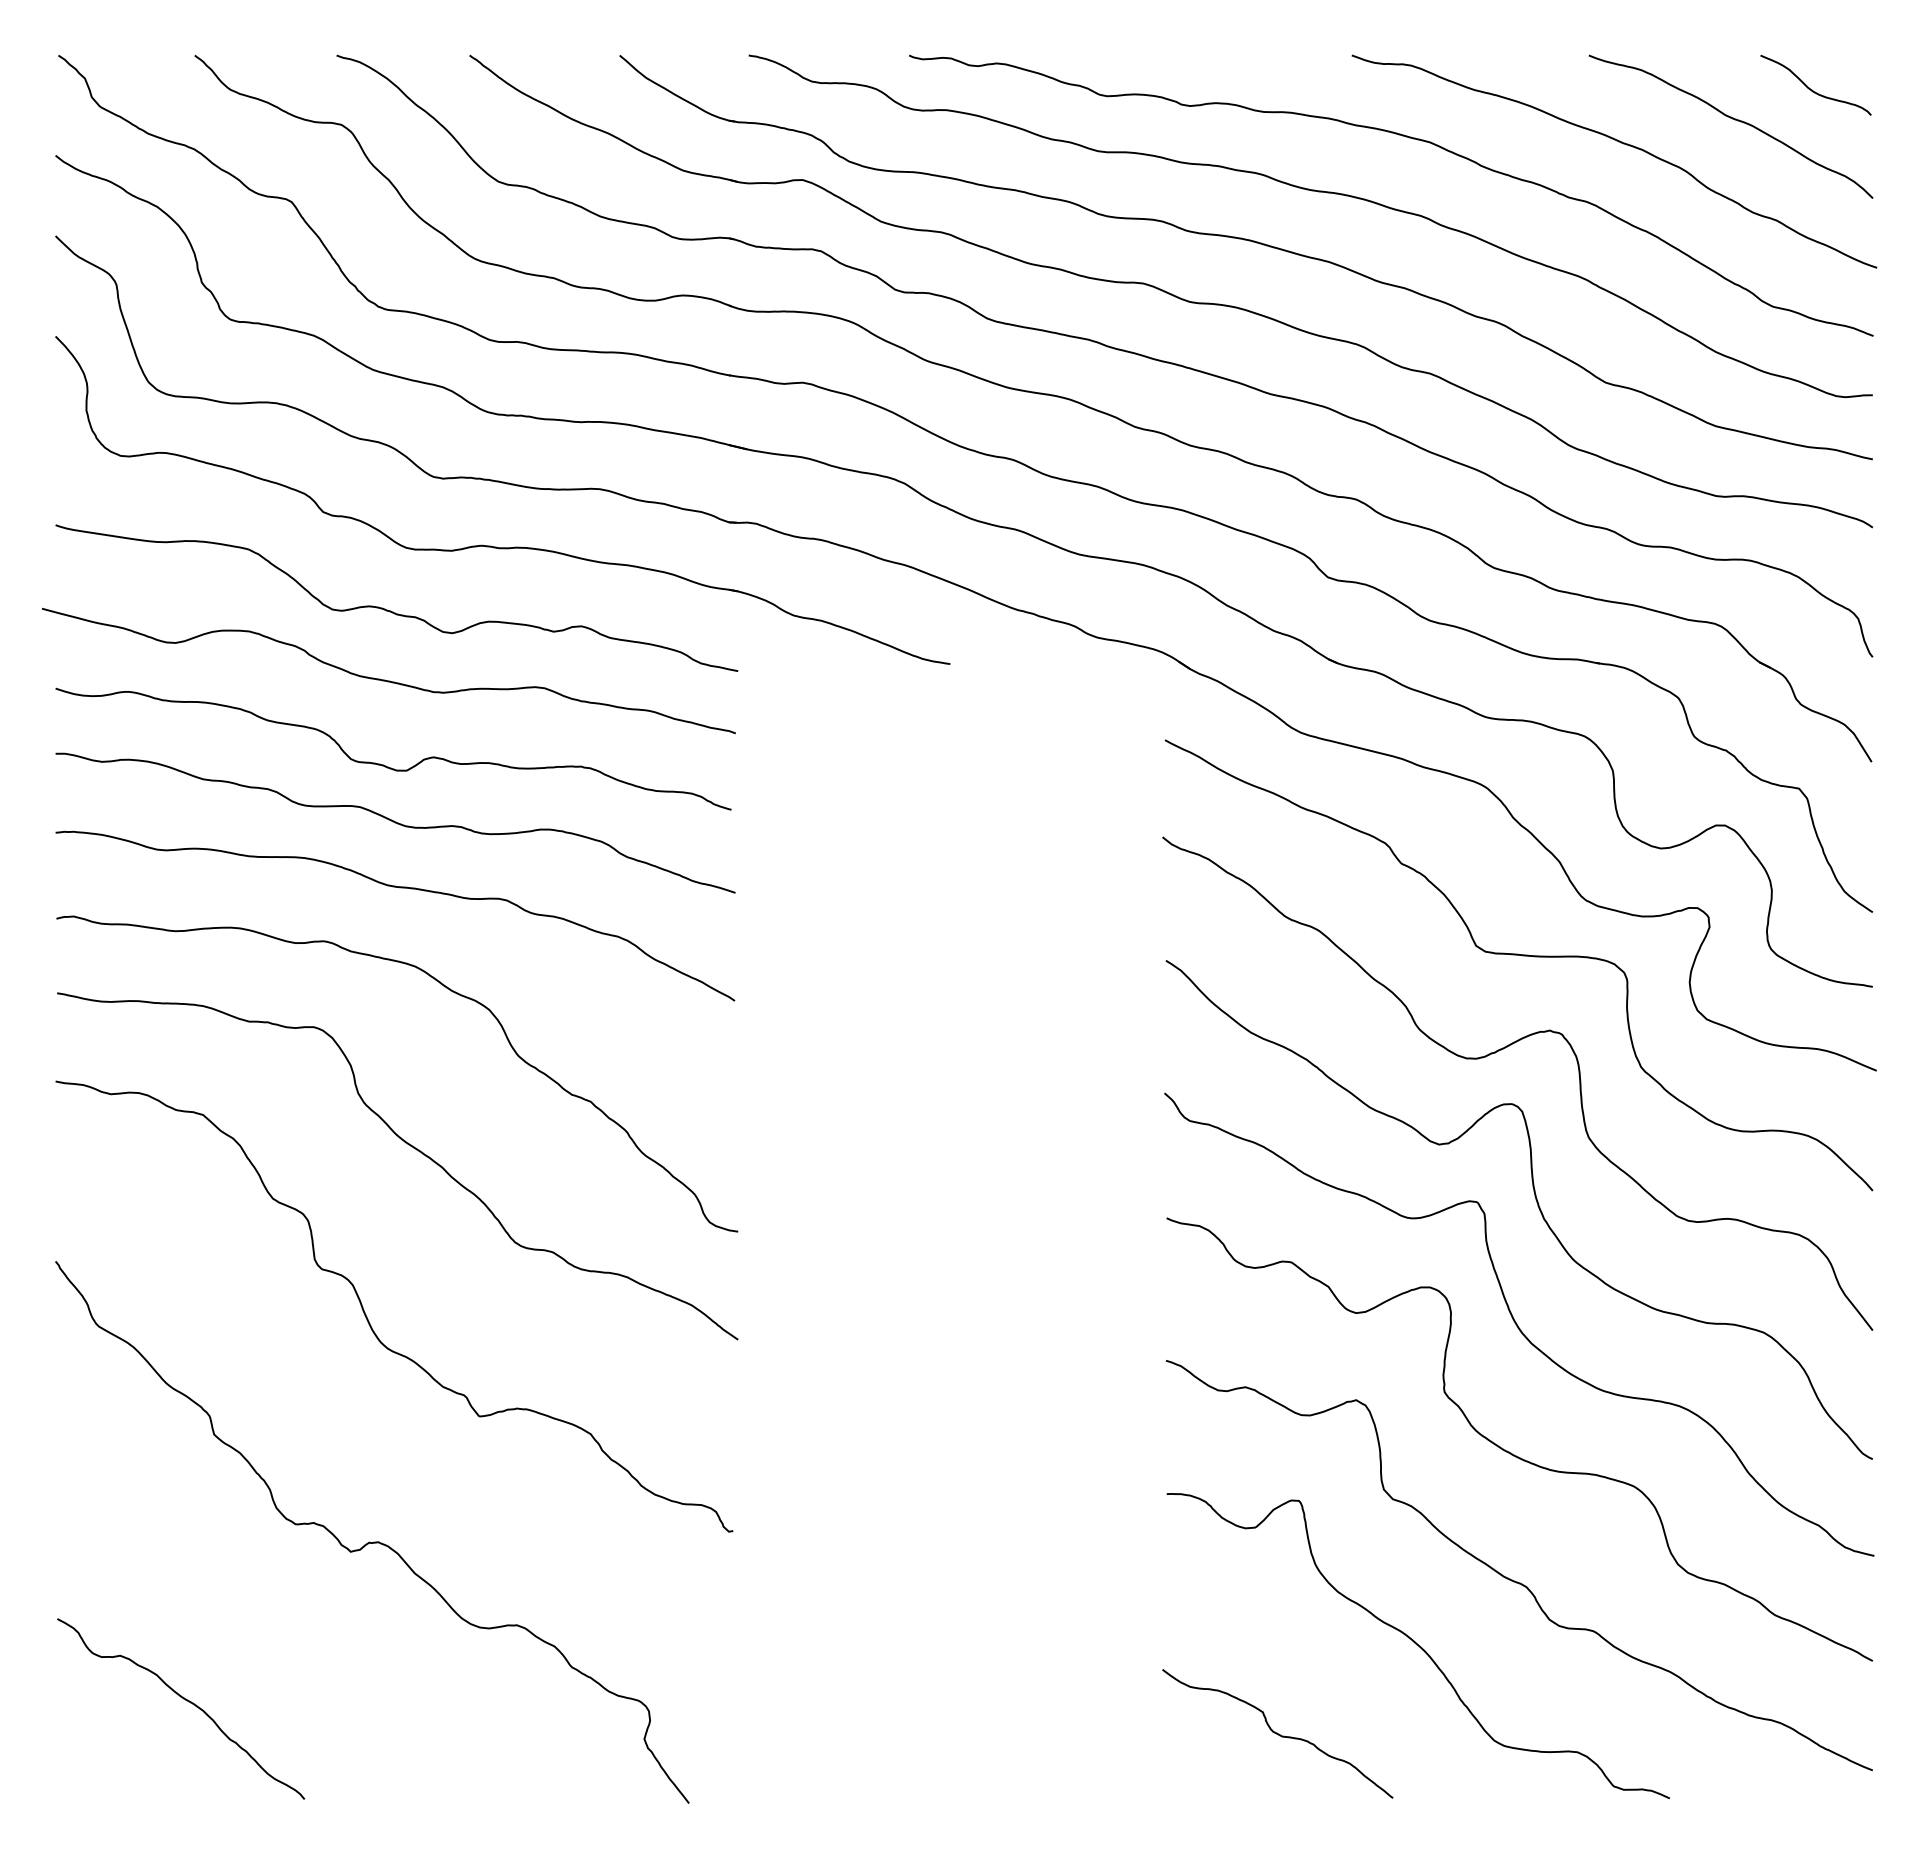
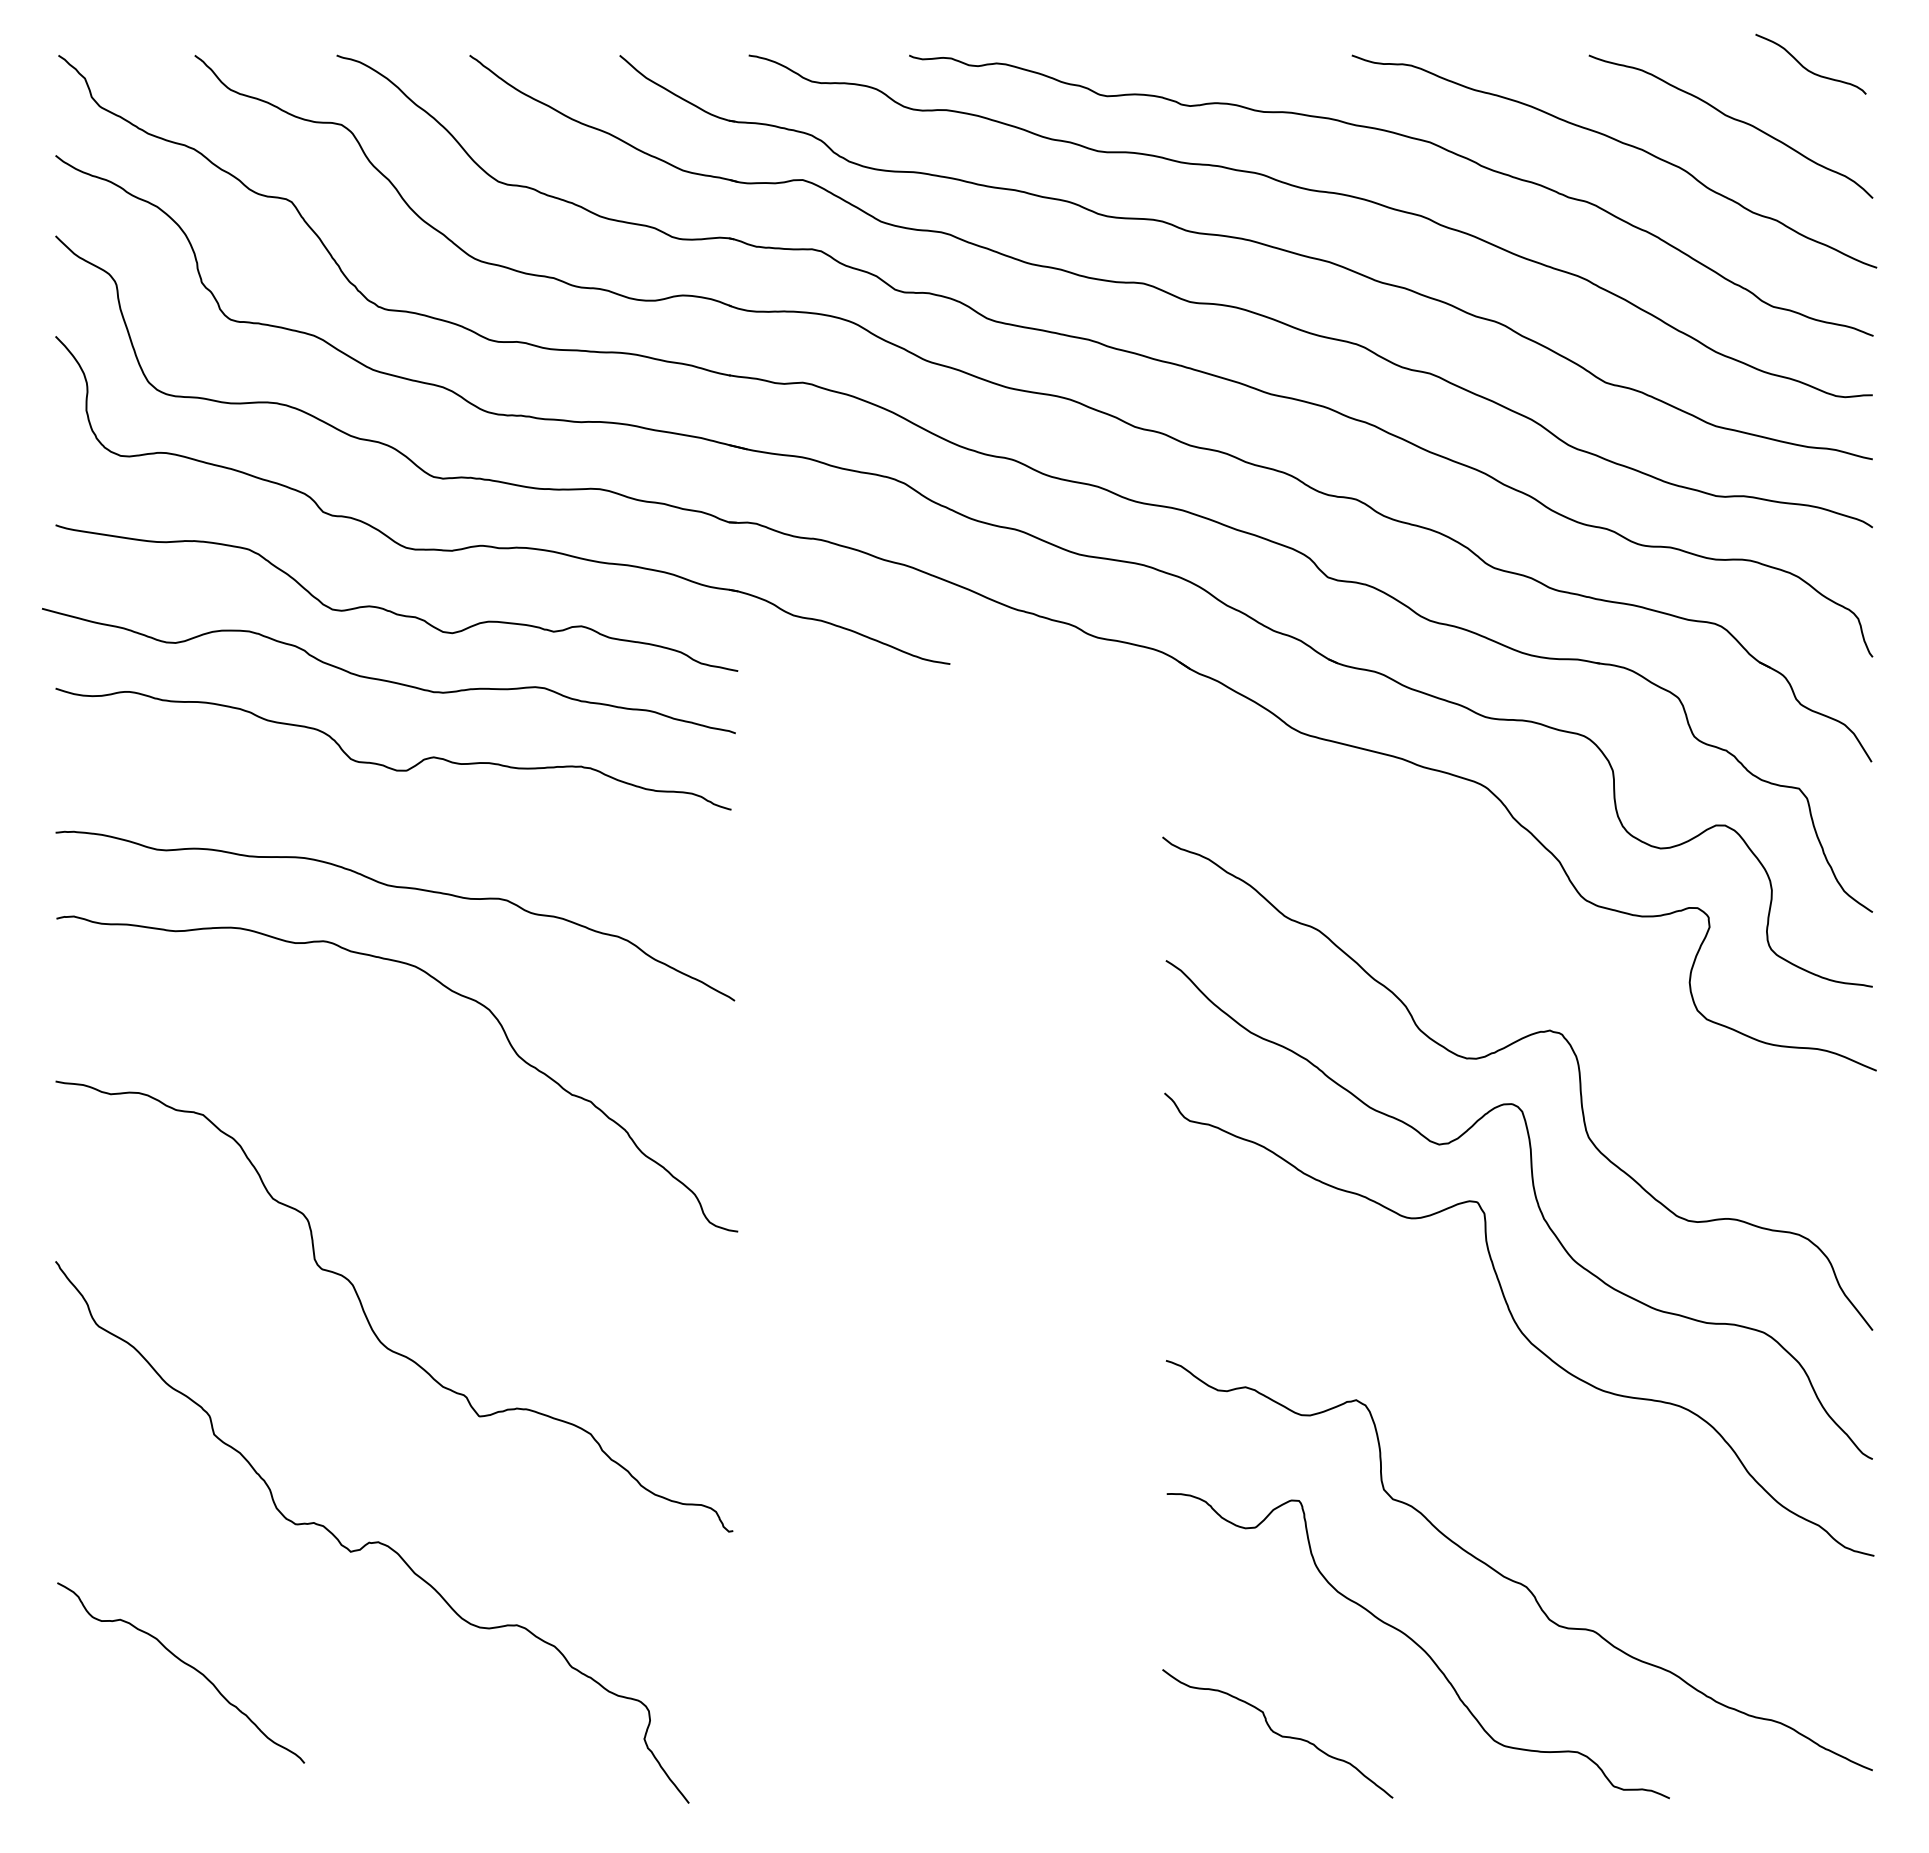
curve at (1812, 89) position: (1812, 89) -> (1807, 68)
curve at (395, 822): present -> none
curve at (1522, 956): present -> none
curve at (408, 1145): present -> none
curve at (1509, 1451): present -> none
curve at (185, 1700) position: (185, 1700) -> (185, 1664)
